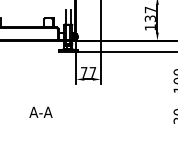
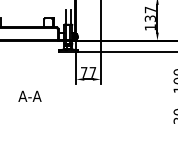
text at (40, 111) position: (40, 111) -> (29, 95)
